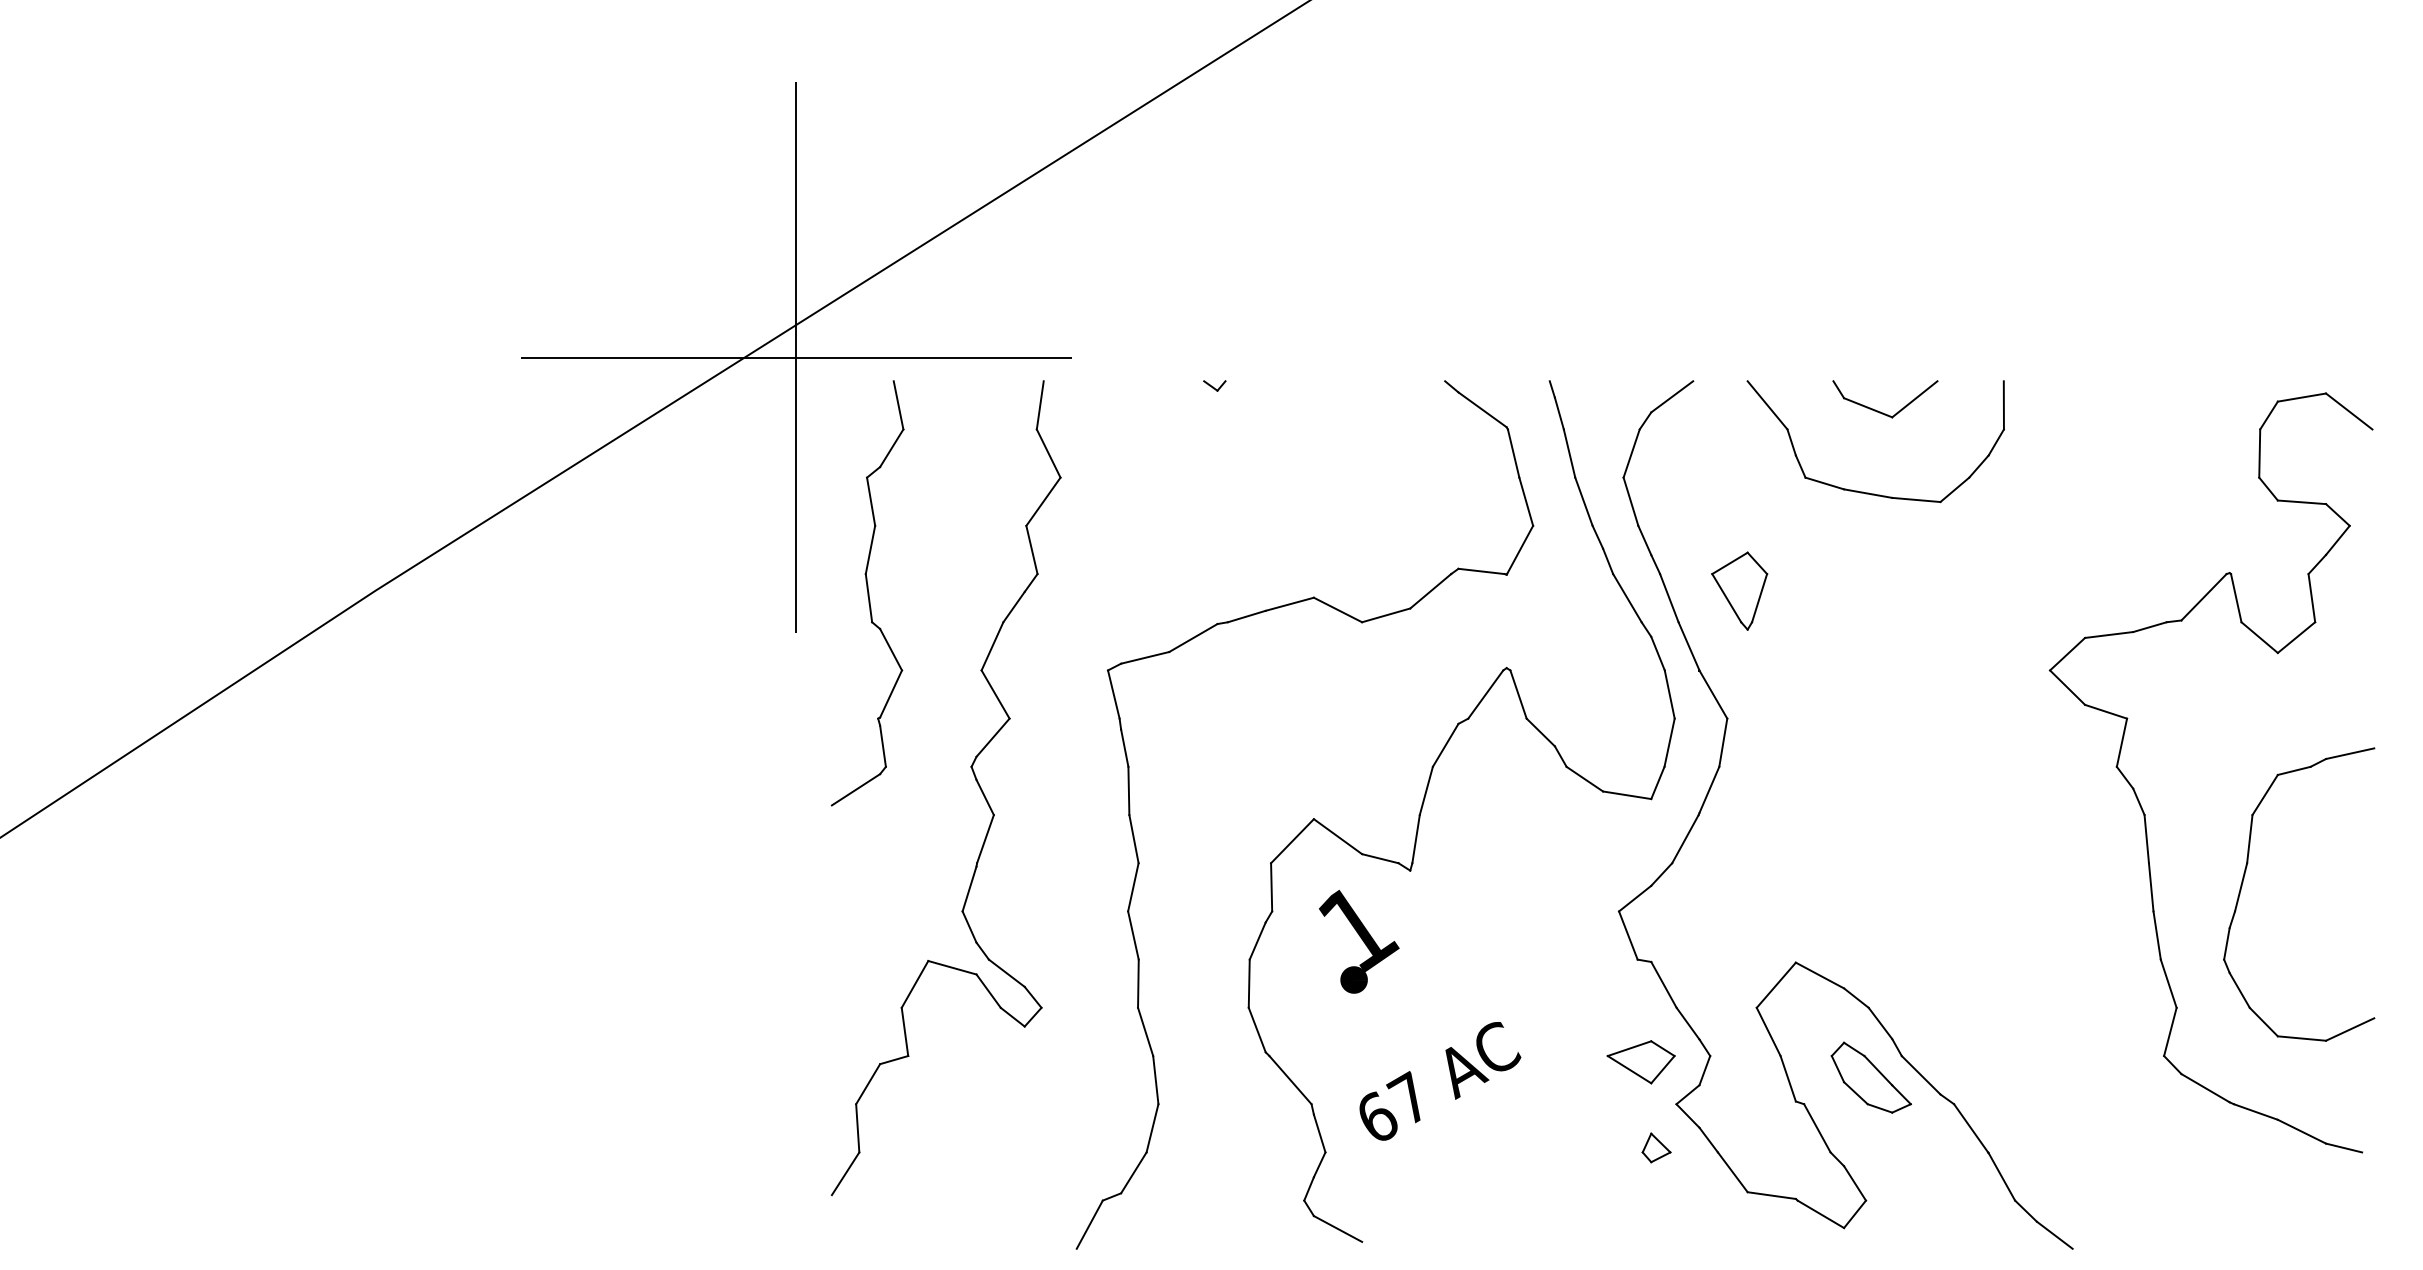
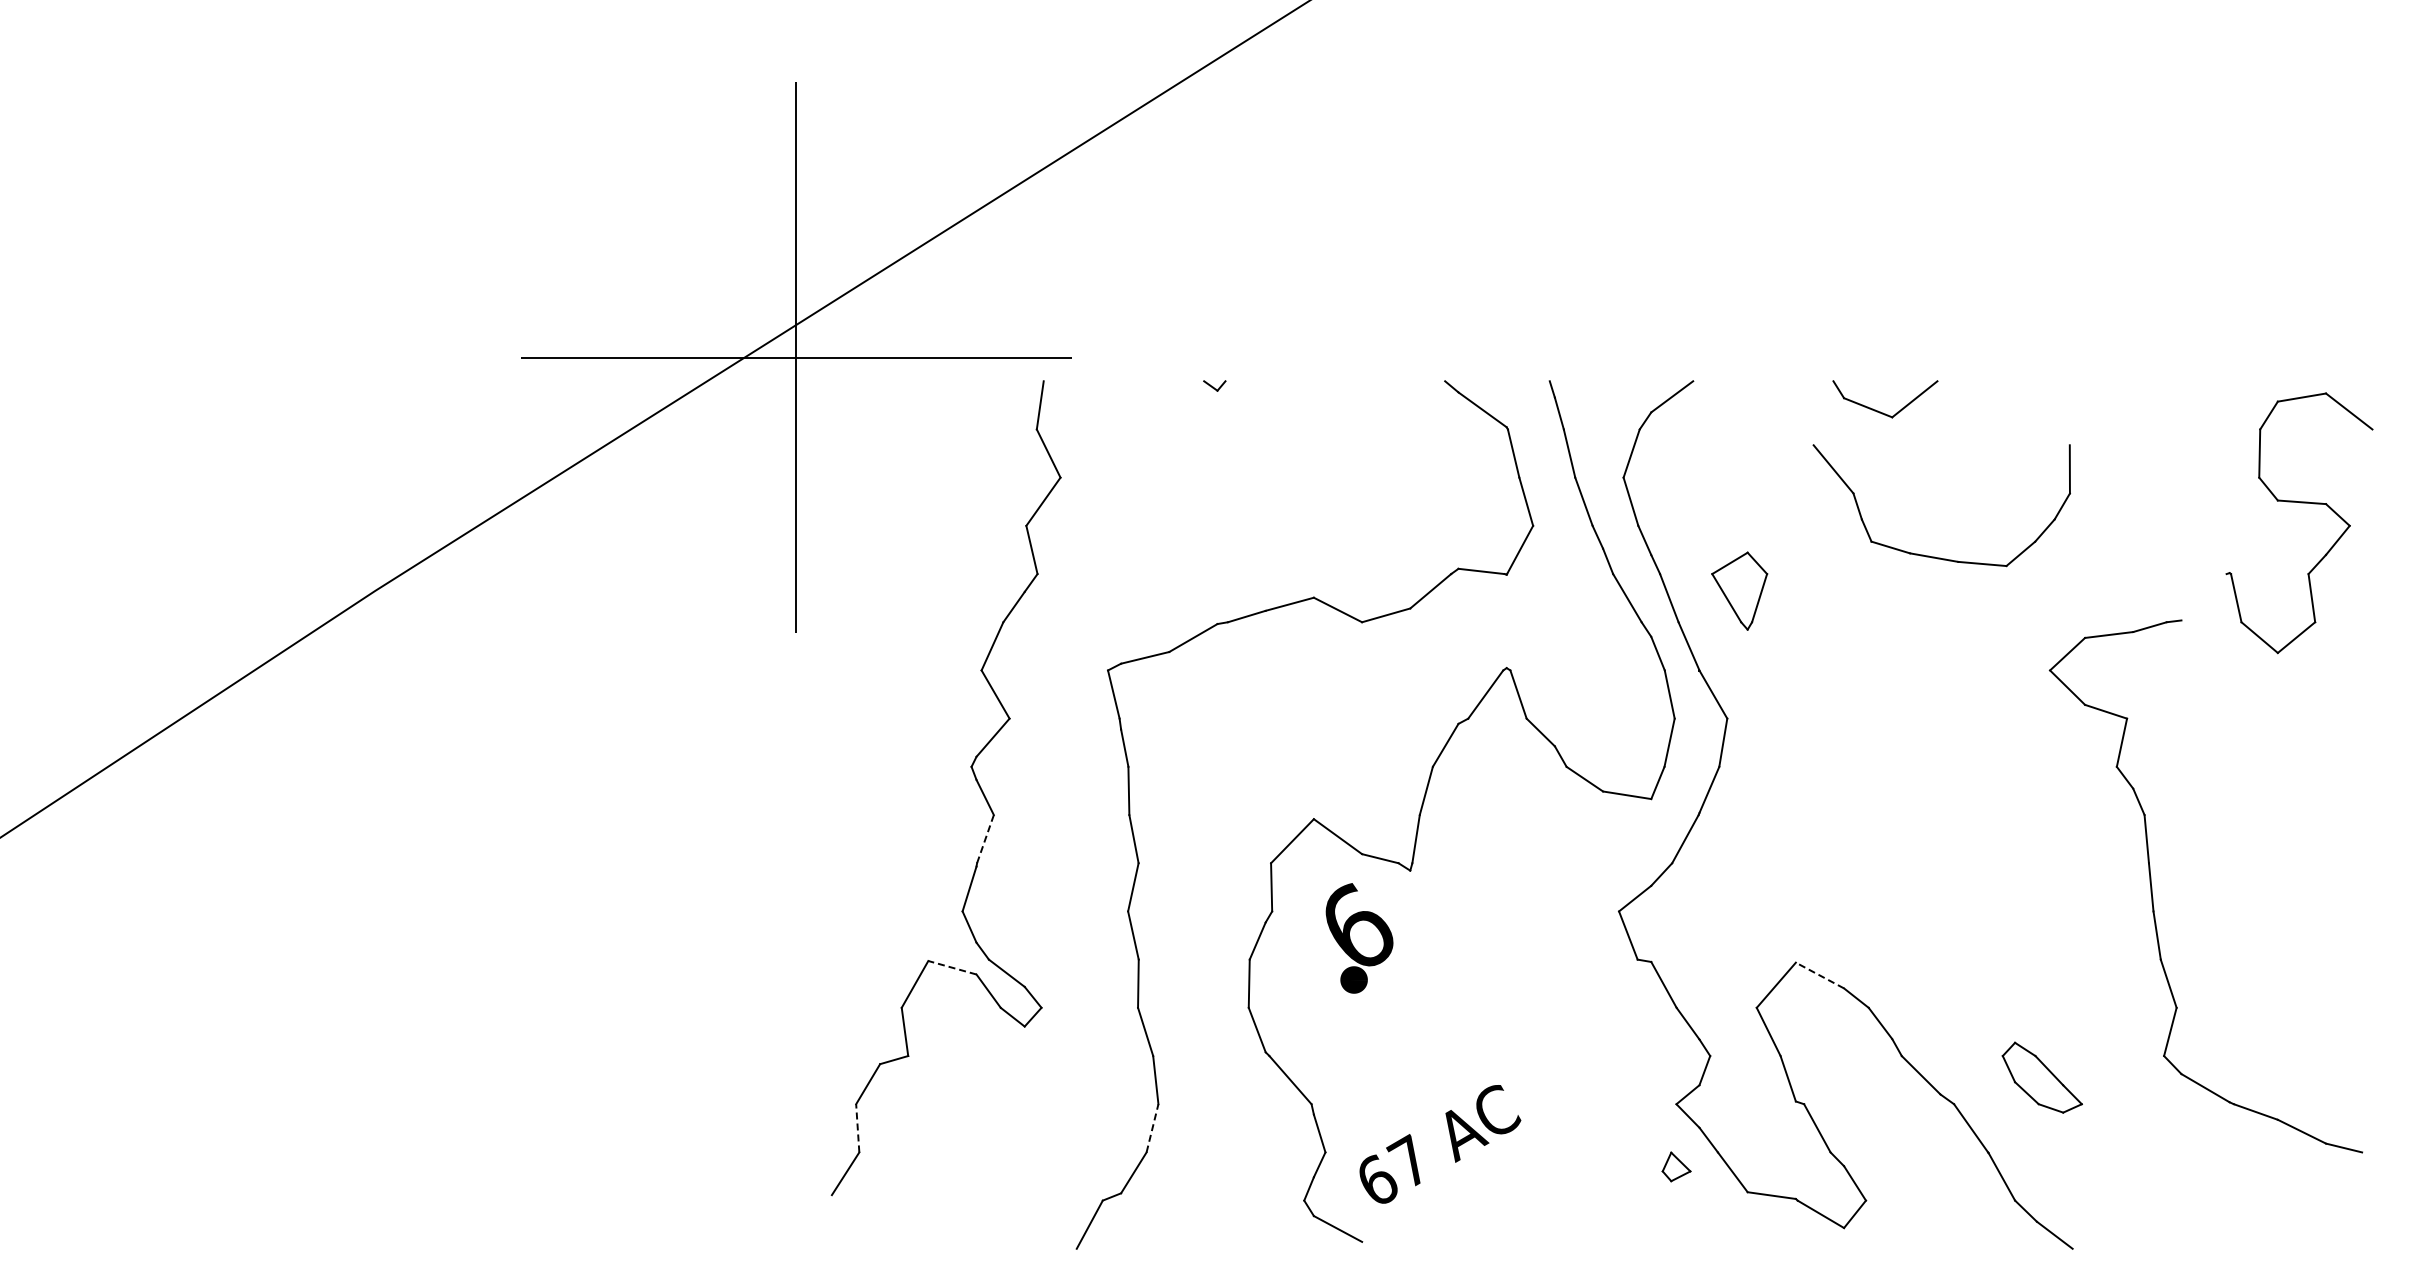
part at (1863, 491) position: (1863, 491) -> (1929, 555)
part at (867, 593): present -> none
line at (2203, 597): present -> none
line at (985, 839): solid -> dashed
part at (2243, 882): present -> none
text at (1358, 927): 1 -> 6
line at (951, 967): solid -> dashed
line at (1819, 975): solid -> dashed
part at (1640, 1062): present -> none
part at (1870, 1077) position: (1870, 1077) -> (2041, 1077)
text at (1440, 1081) position: (1440, 1081) -> (1440, 1144)
line at (857, 1127): solid -> dashed
line at (1152, 1128): solid -> dashed
part at (1656, 1147) position: (1656, 1147) -> (1676, 1166)
